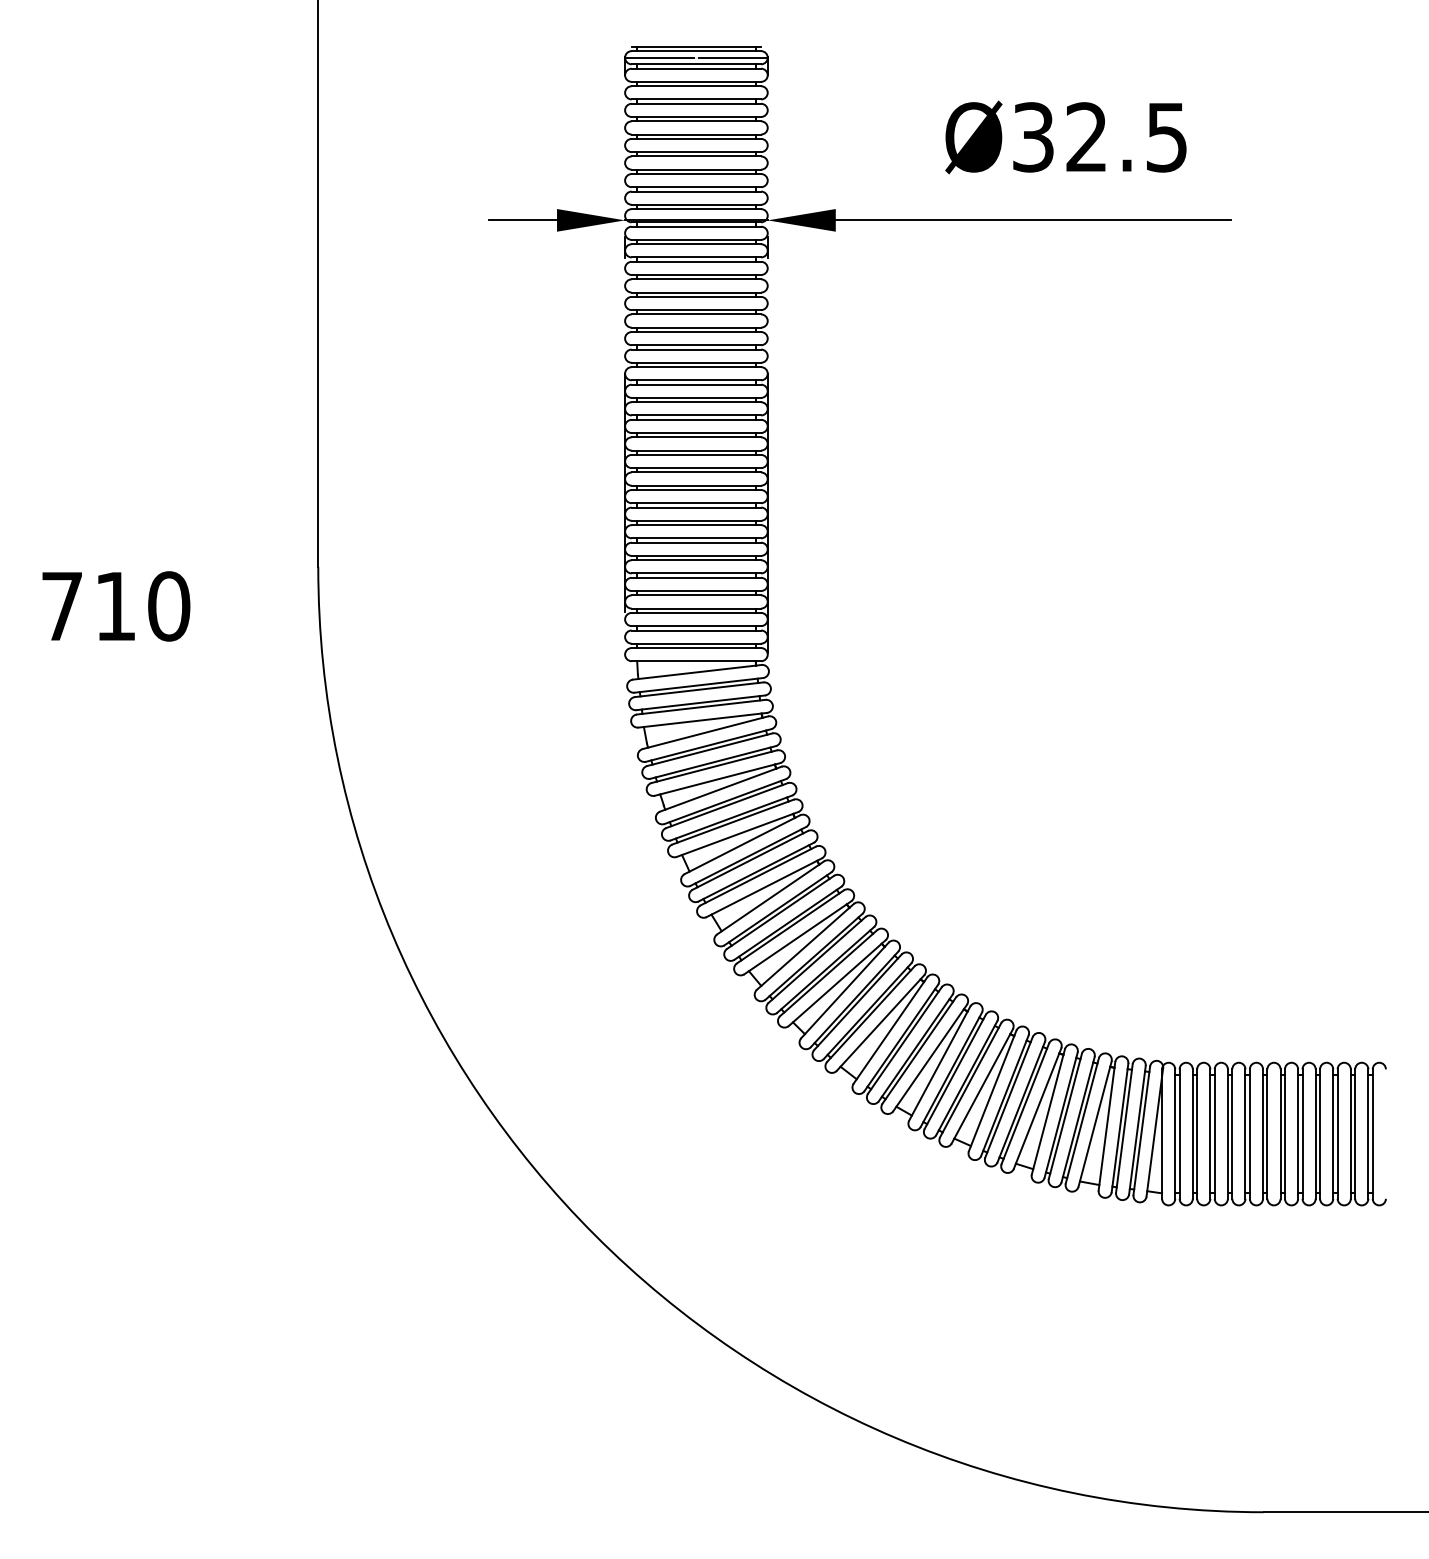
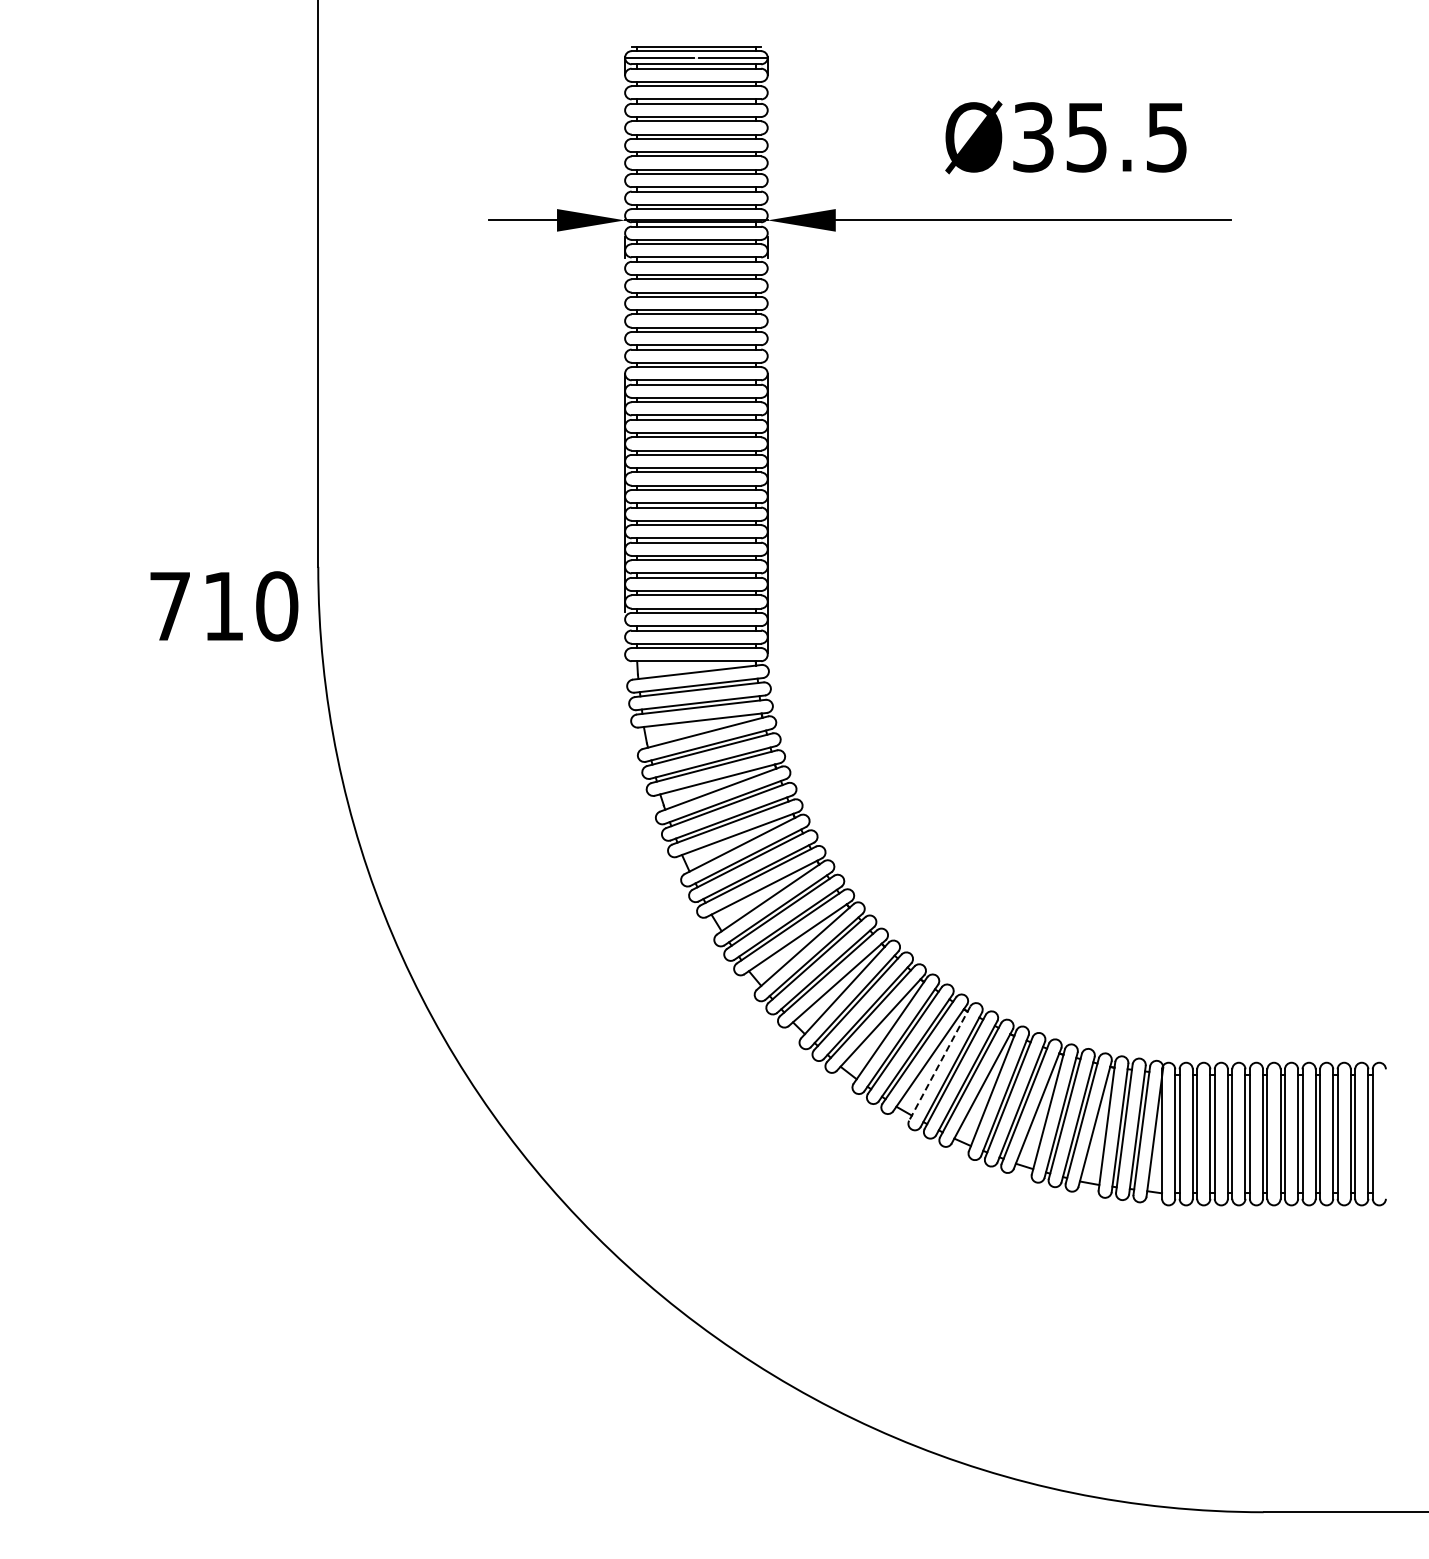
text at (1086, 137): Ø32.5 -> Ø35.5
text at (116, 606) position: (116, 606) -> (224, 606)
line at (939, 1063): solid -> dashed
